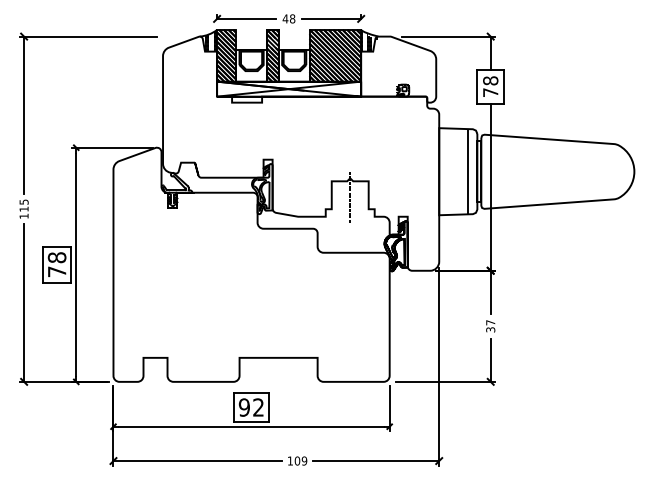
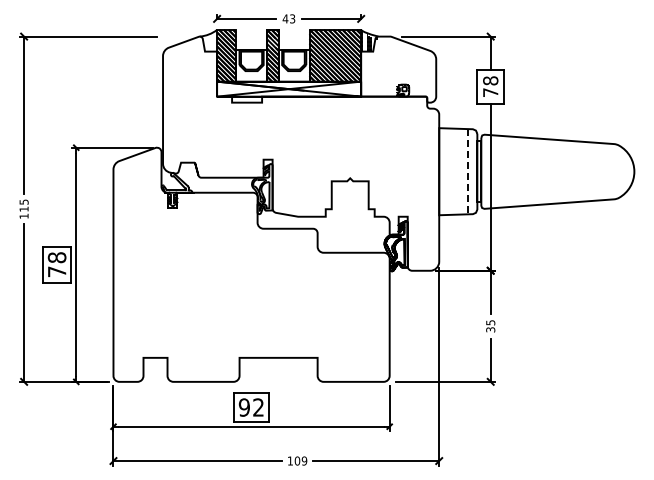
text at (292, 18): 48 -> 43
hatch at (210, 40): present -> none
line at (467, 171): solid -> dashed
line at (350, 197): present -> none
text at (490, 322): 37 -> 35
